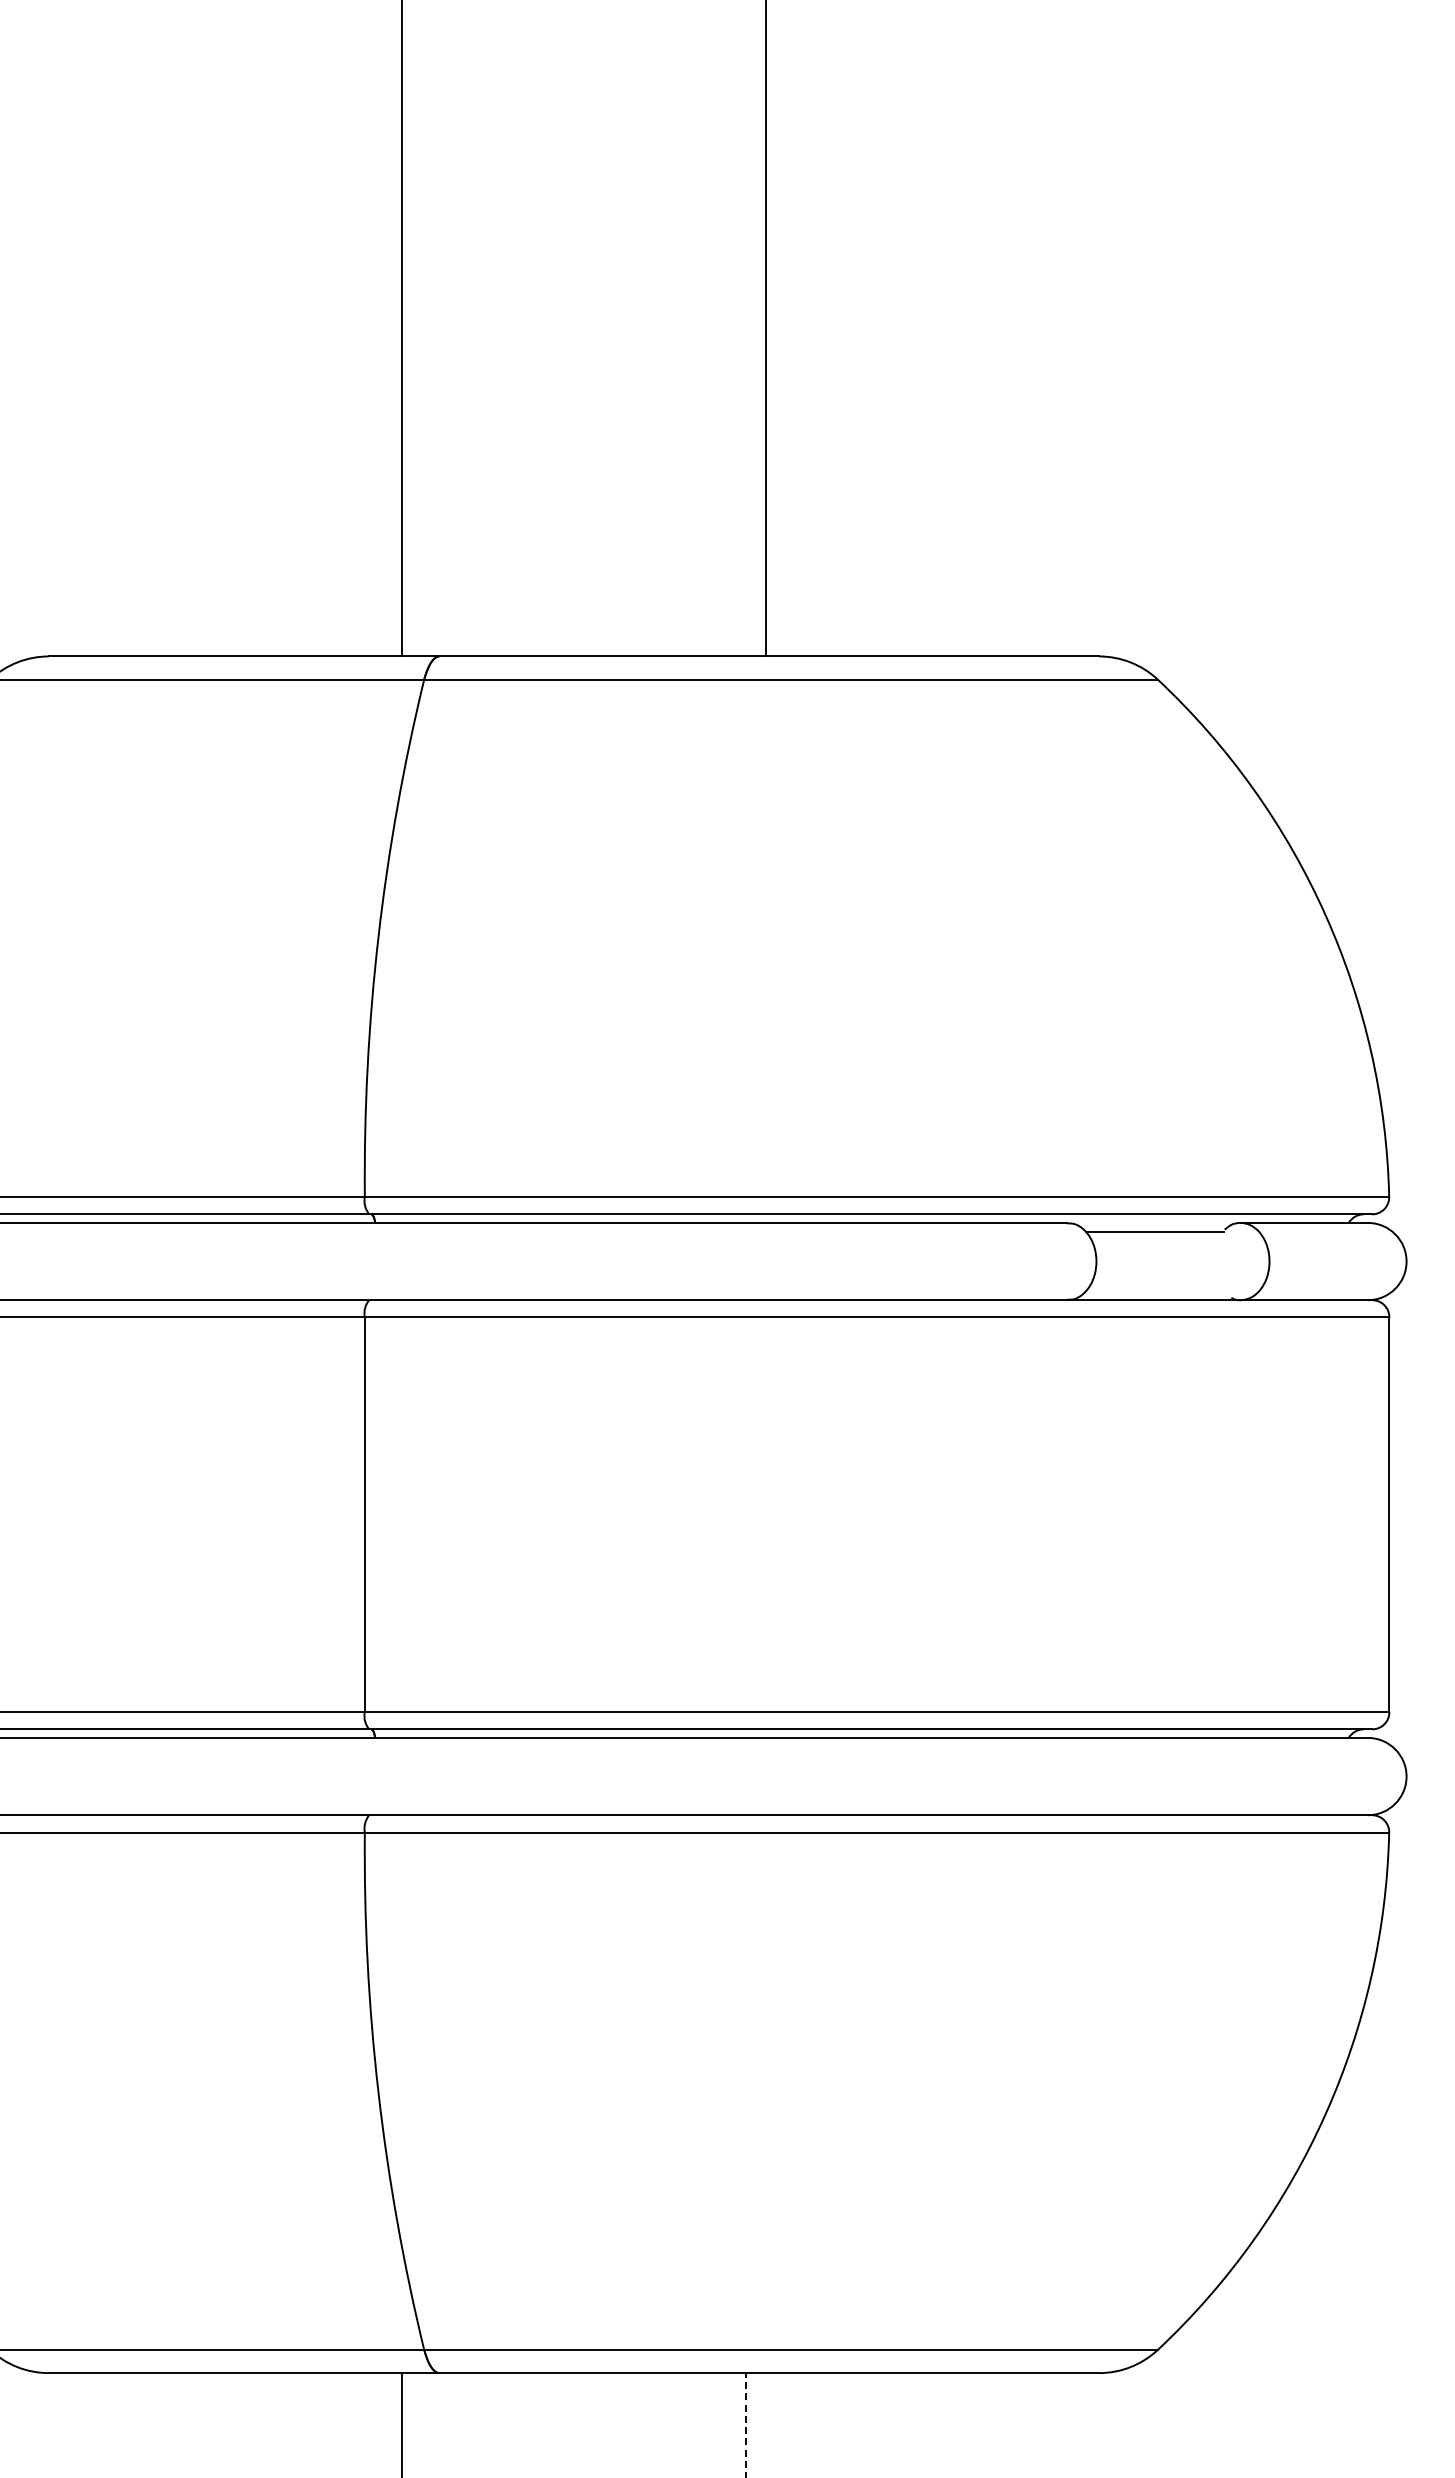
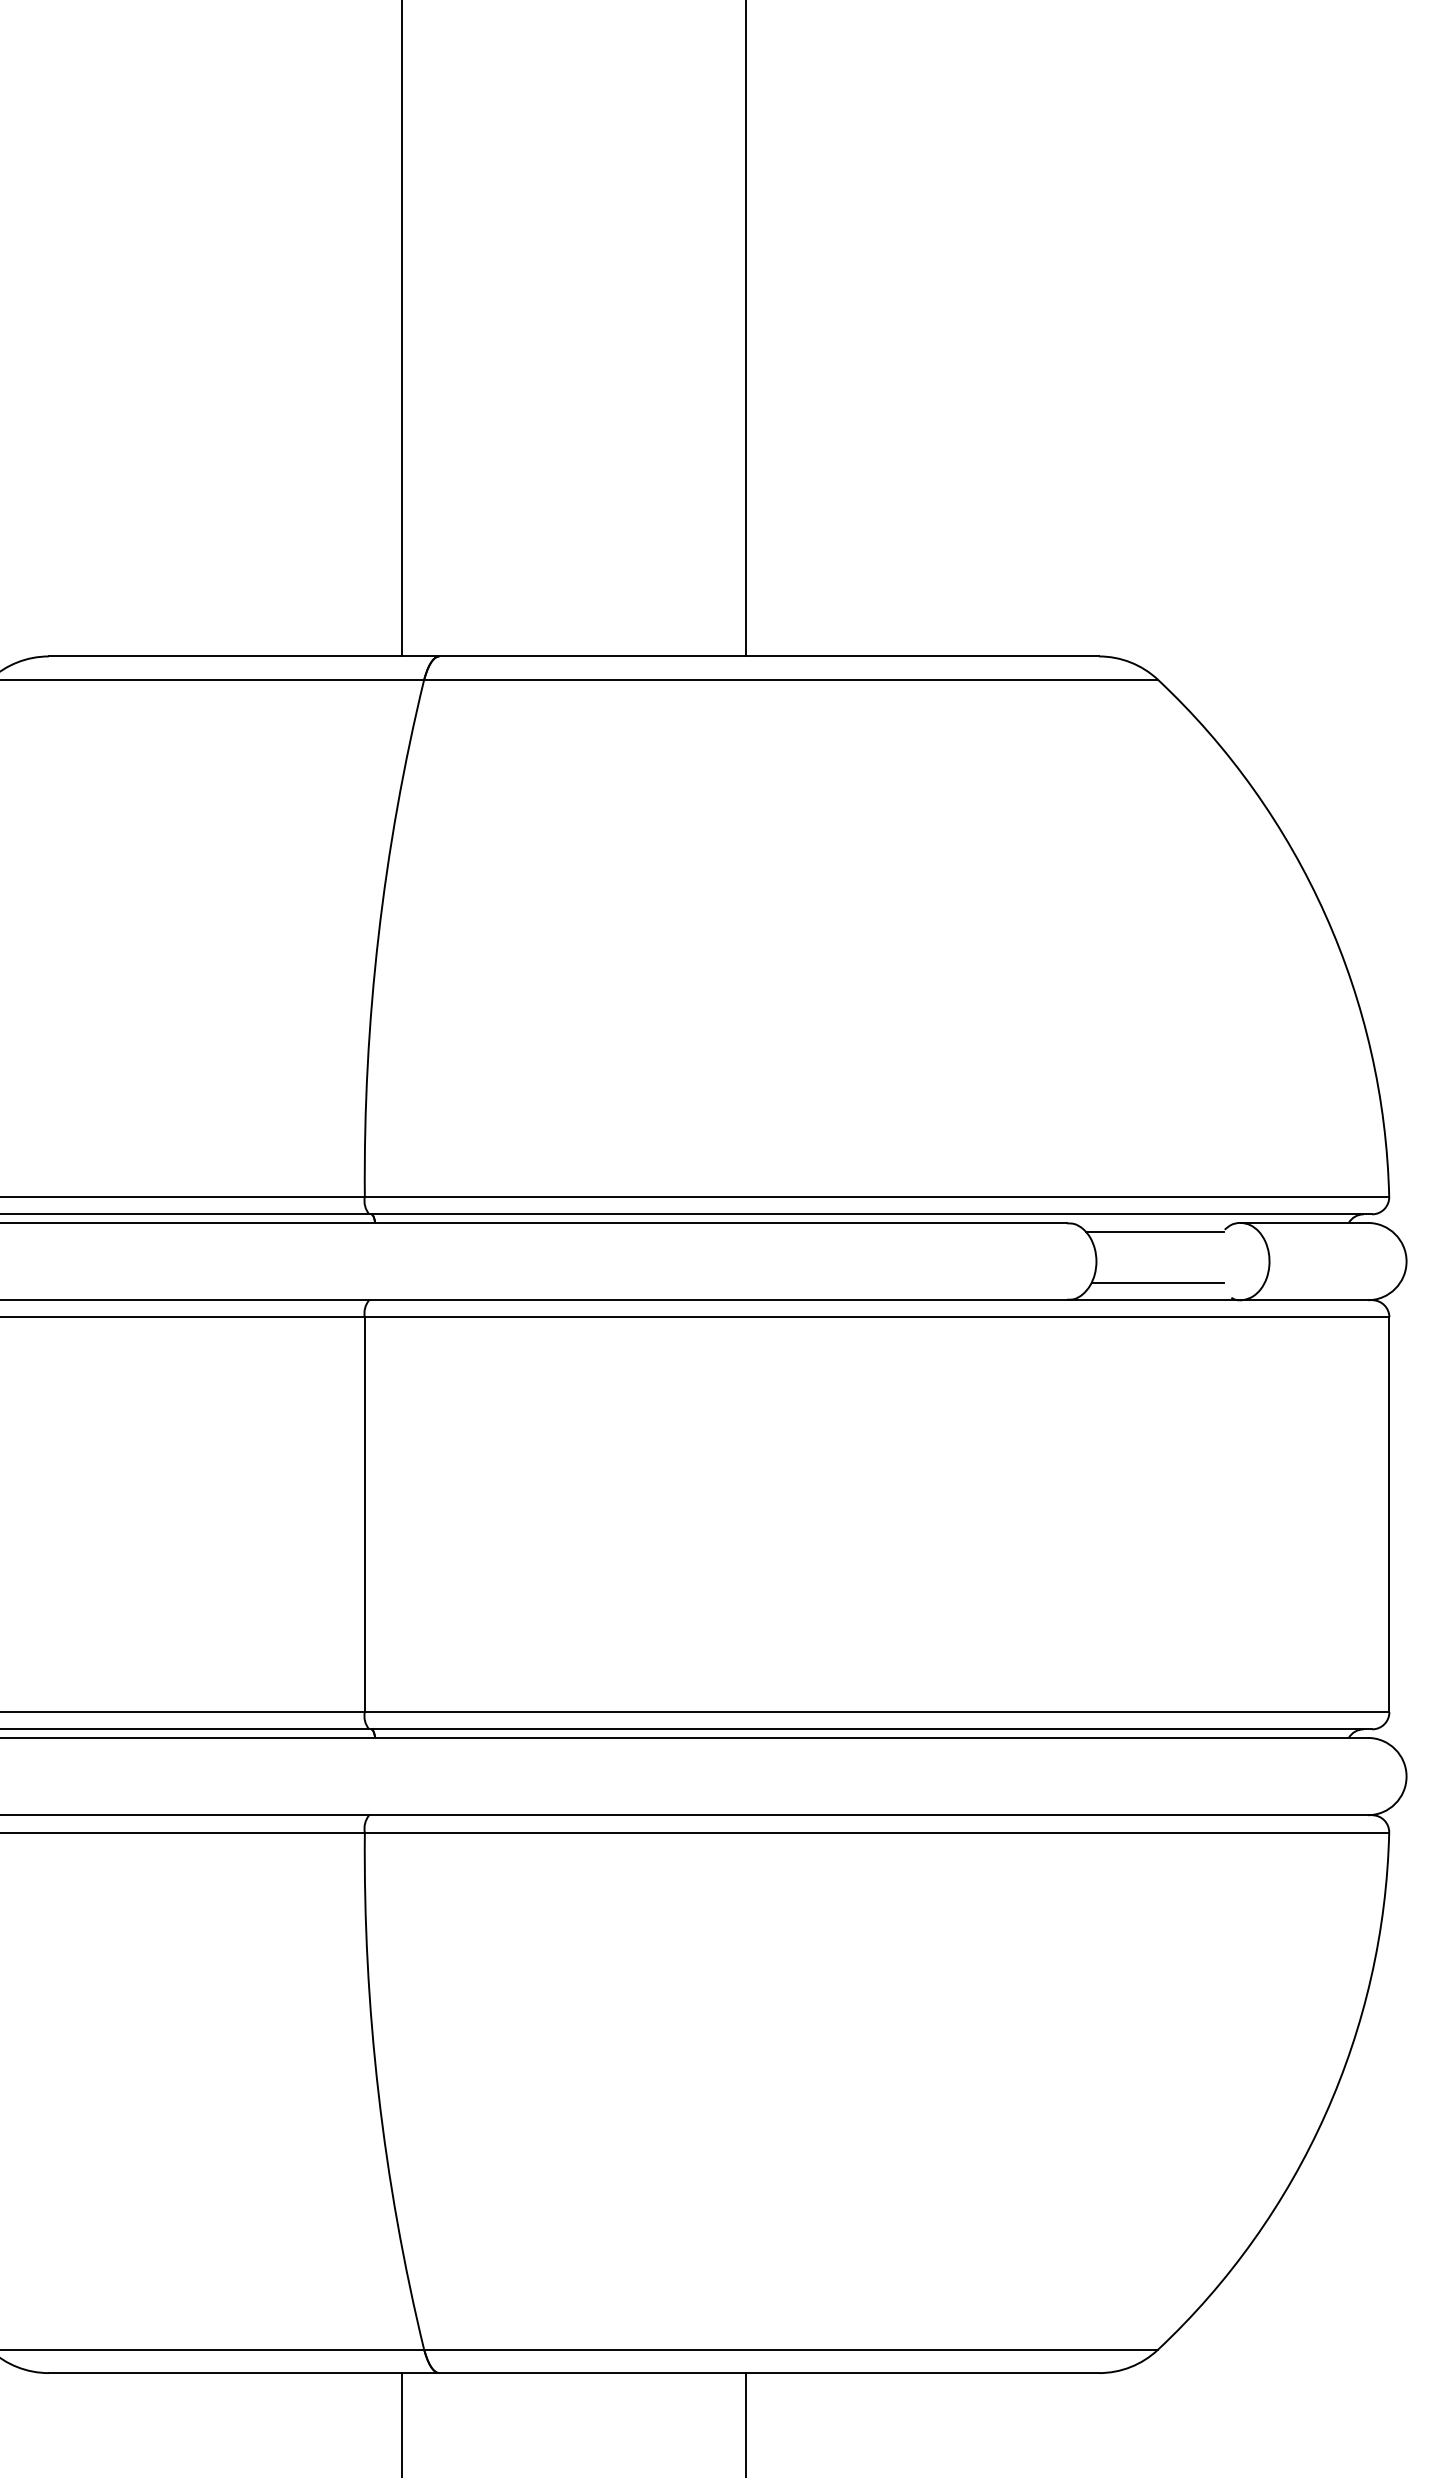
line at (765, 329) position: (765, 329) -> (745, 329)
line at (1157, 1283): none -> present
line at (745, 2425): dashed -> solid
